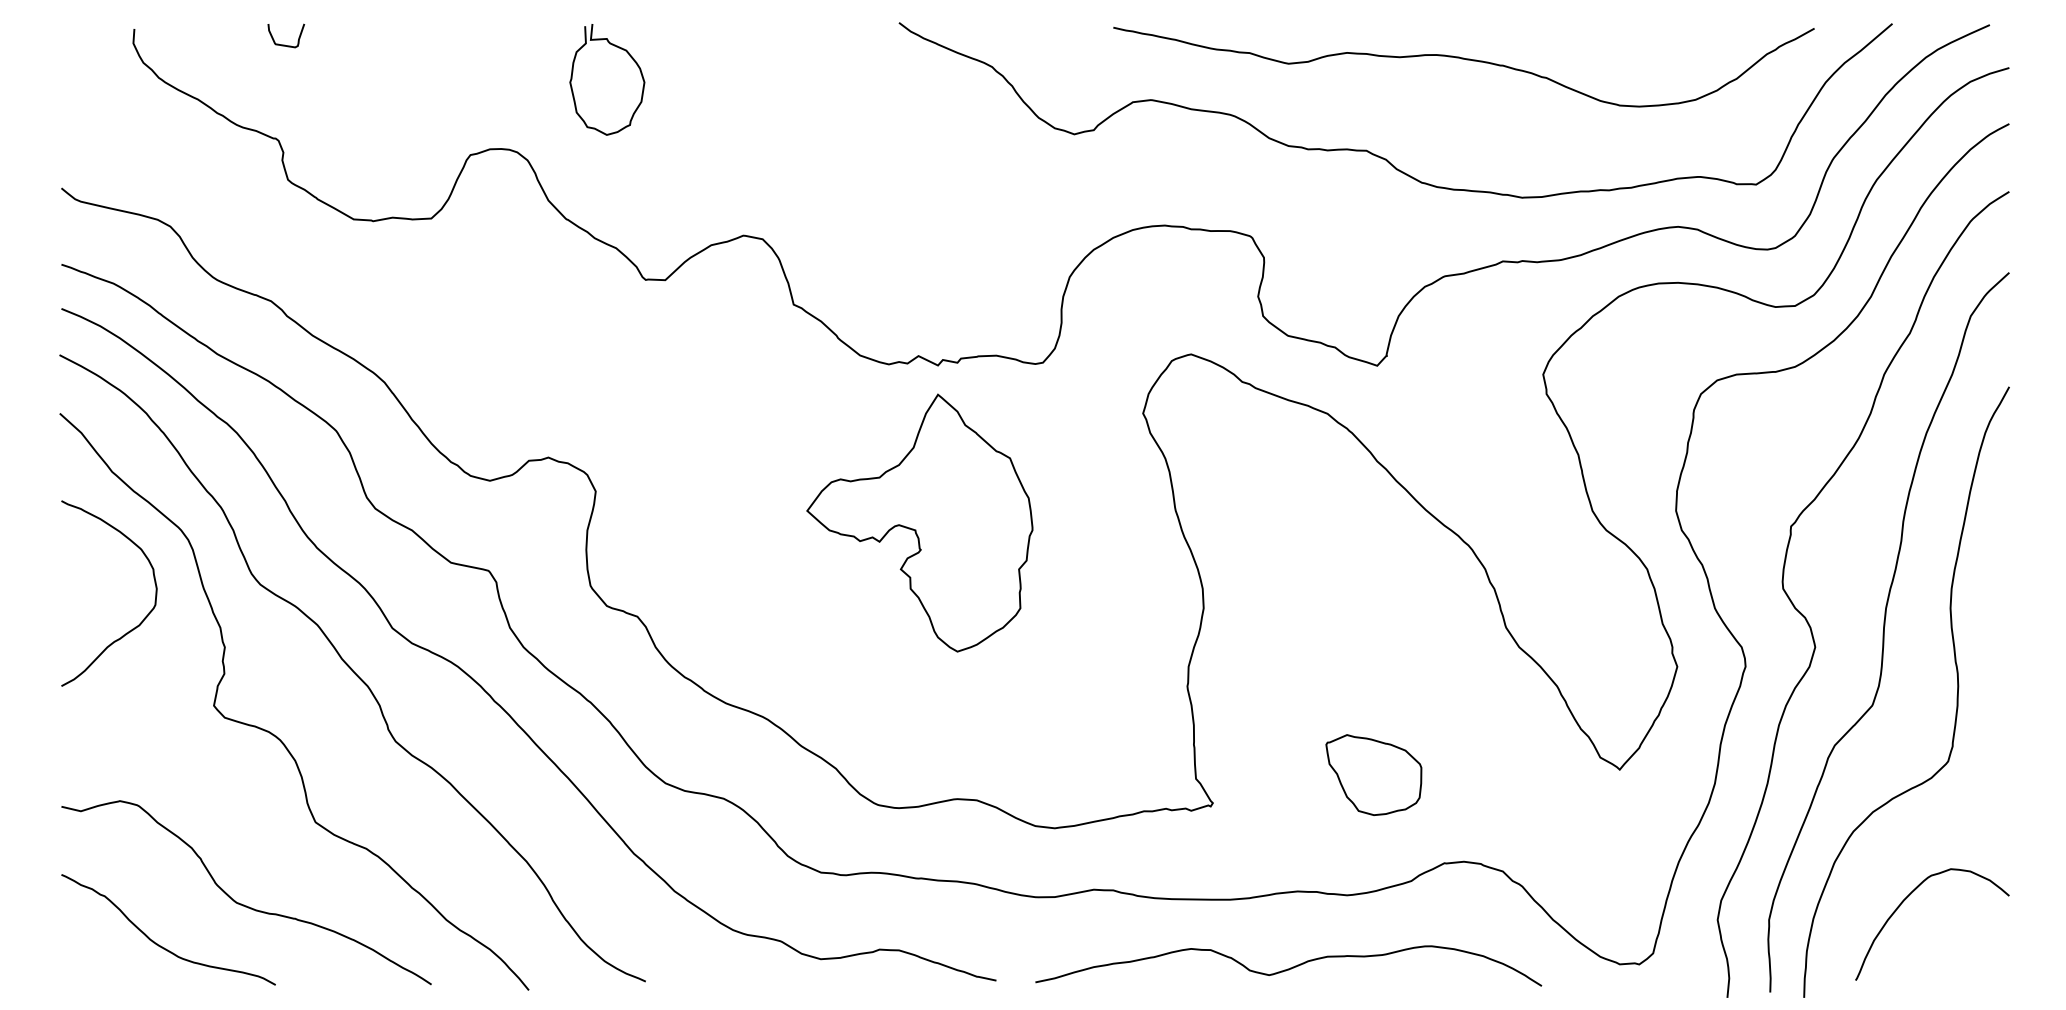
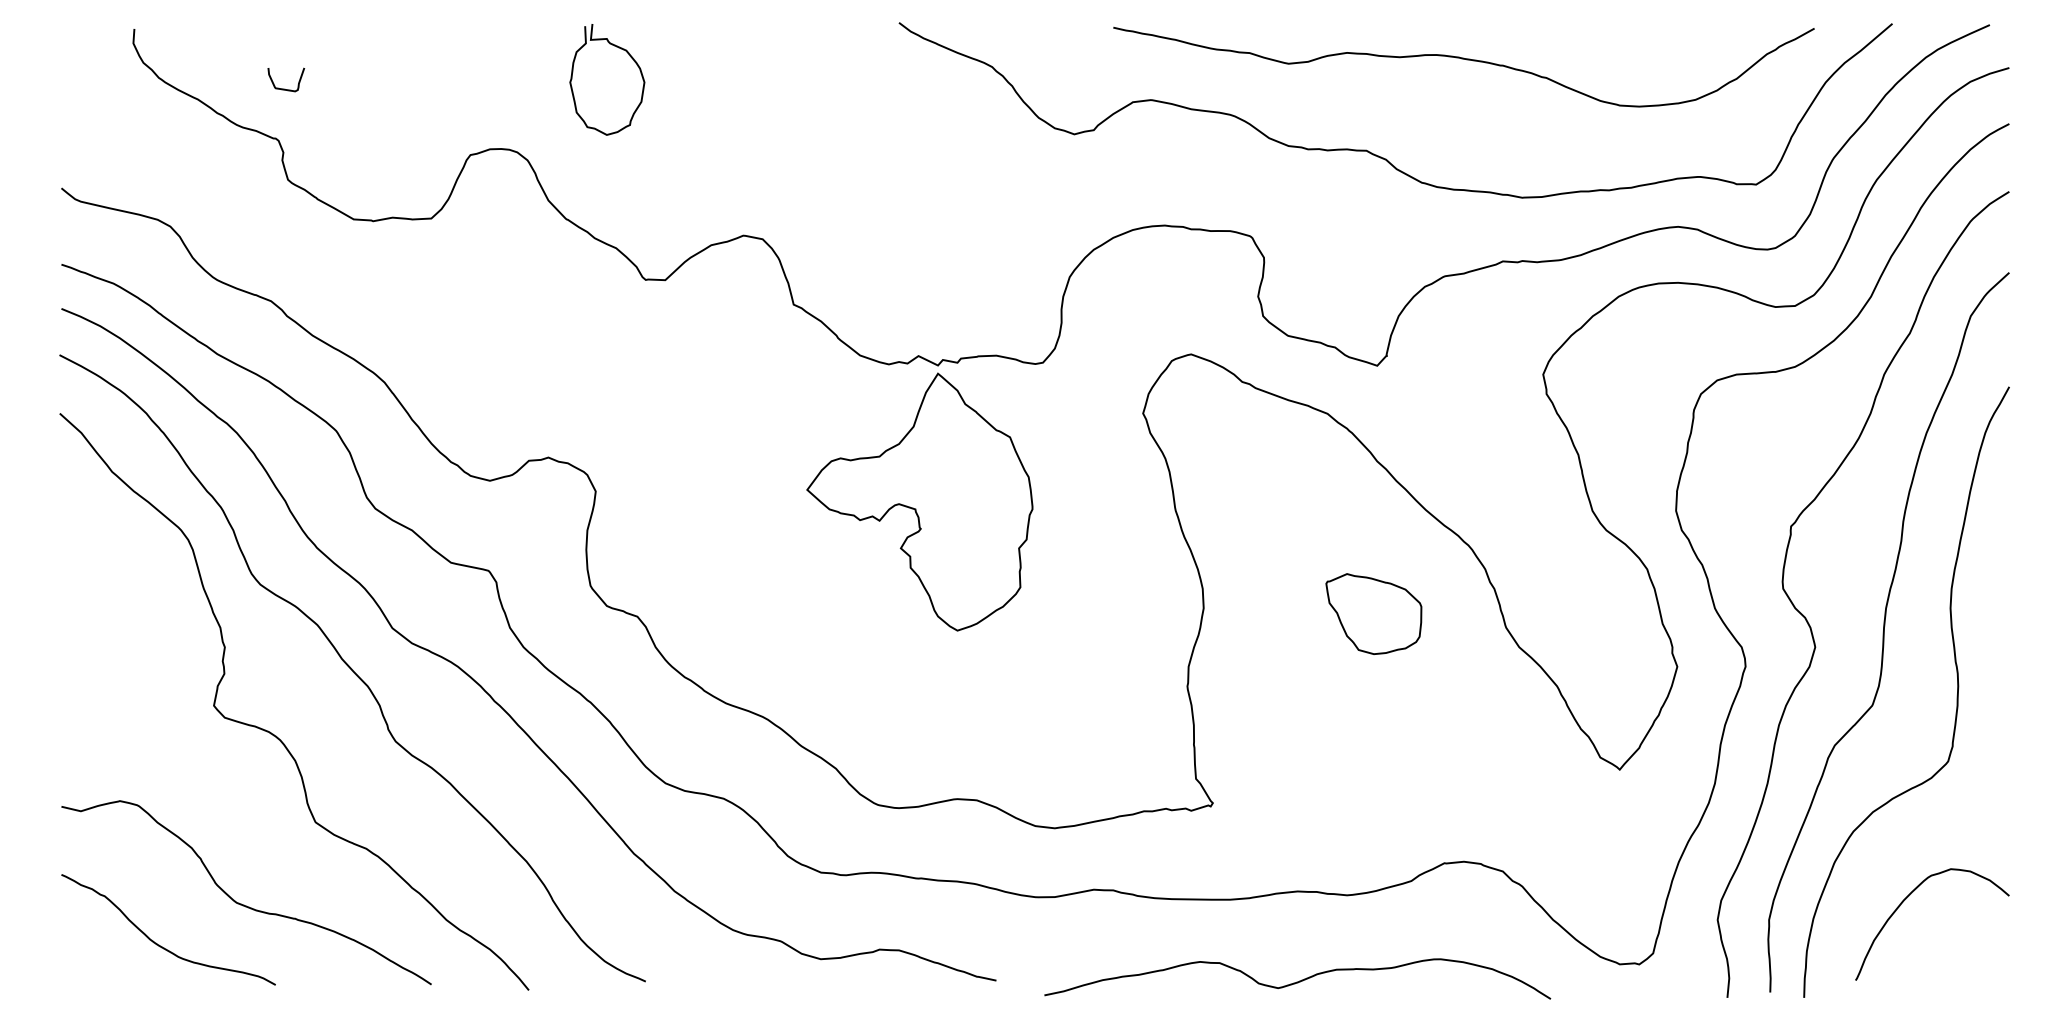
curve at (284, 44) position: (284, 44) -> (284, 88)
part at (919, 522) position: (919, 522) -> (919, 501)
curve at (132, 628): present -> none
part at (1373, 774) position: (1373, 774) -> (1373, 613)
curve at (1290, 967) position: (1290, 967) -> (1299, 980)
